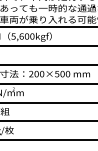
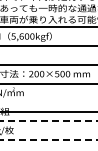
line at (48, 102) position: (48, 102) -> (48, 111)
line at (48, 121): solid -> dashed
line at (48, 140): solid -> dashed
